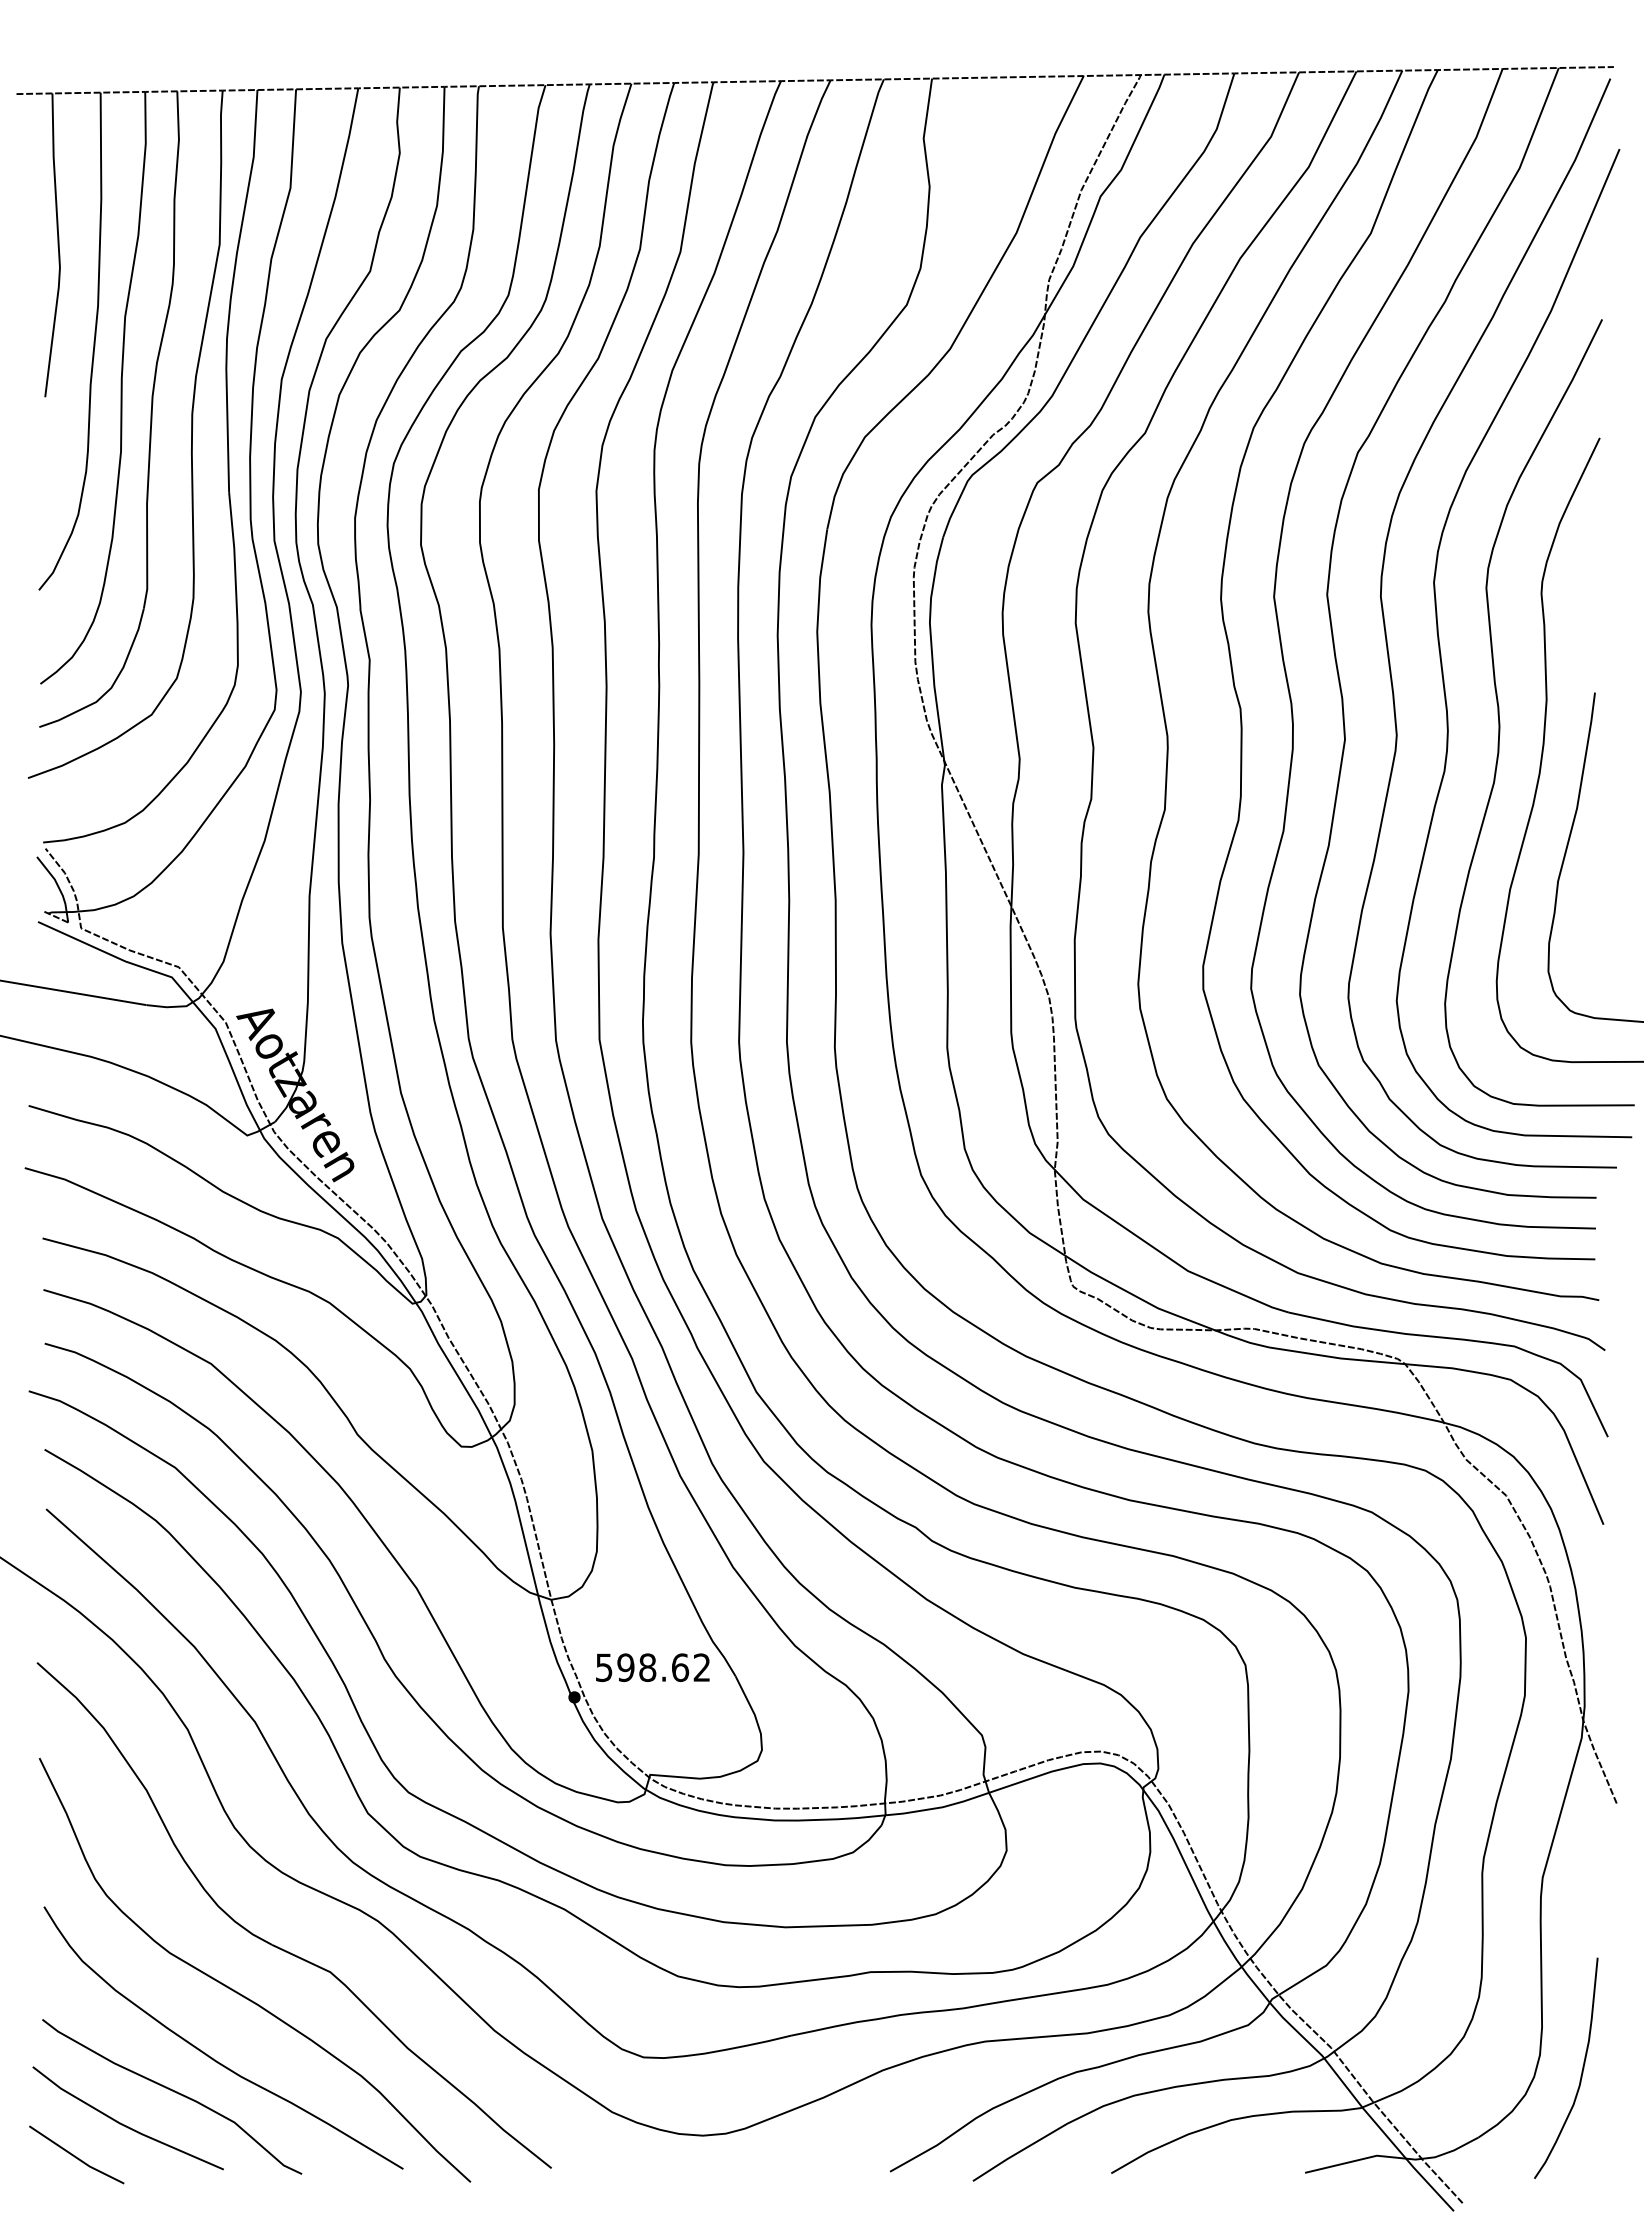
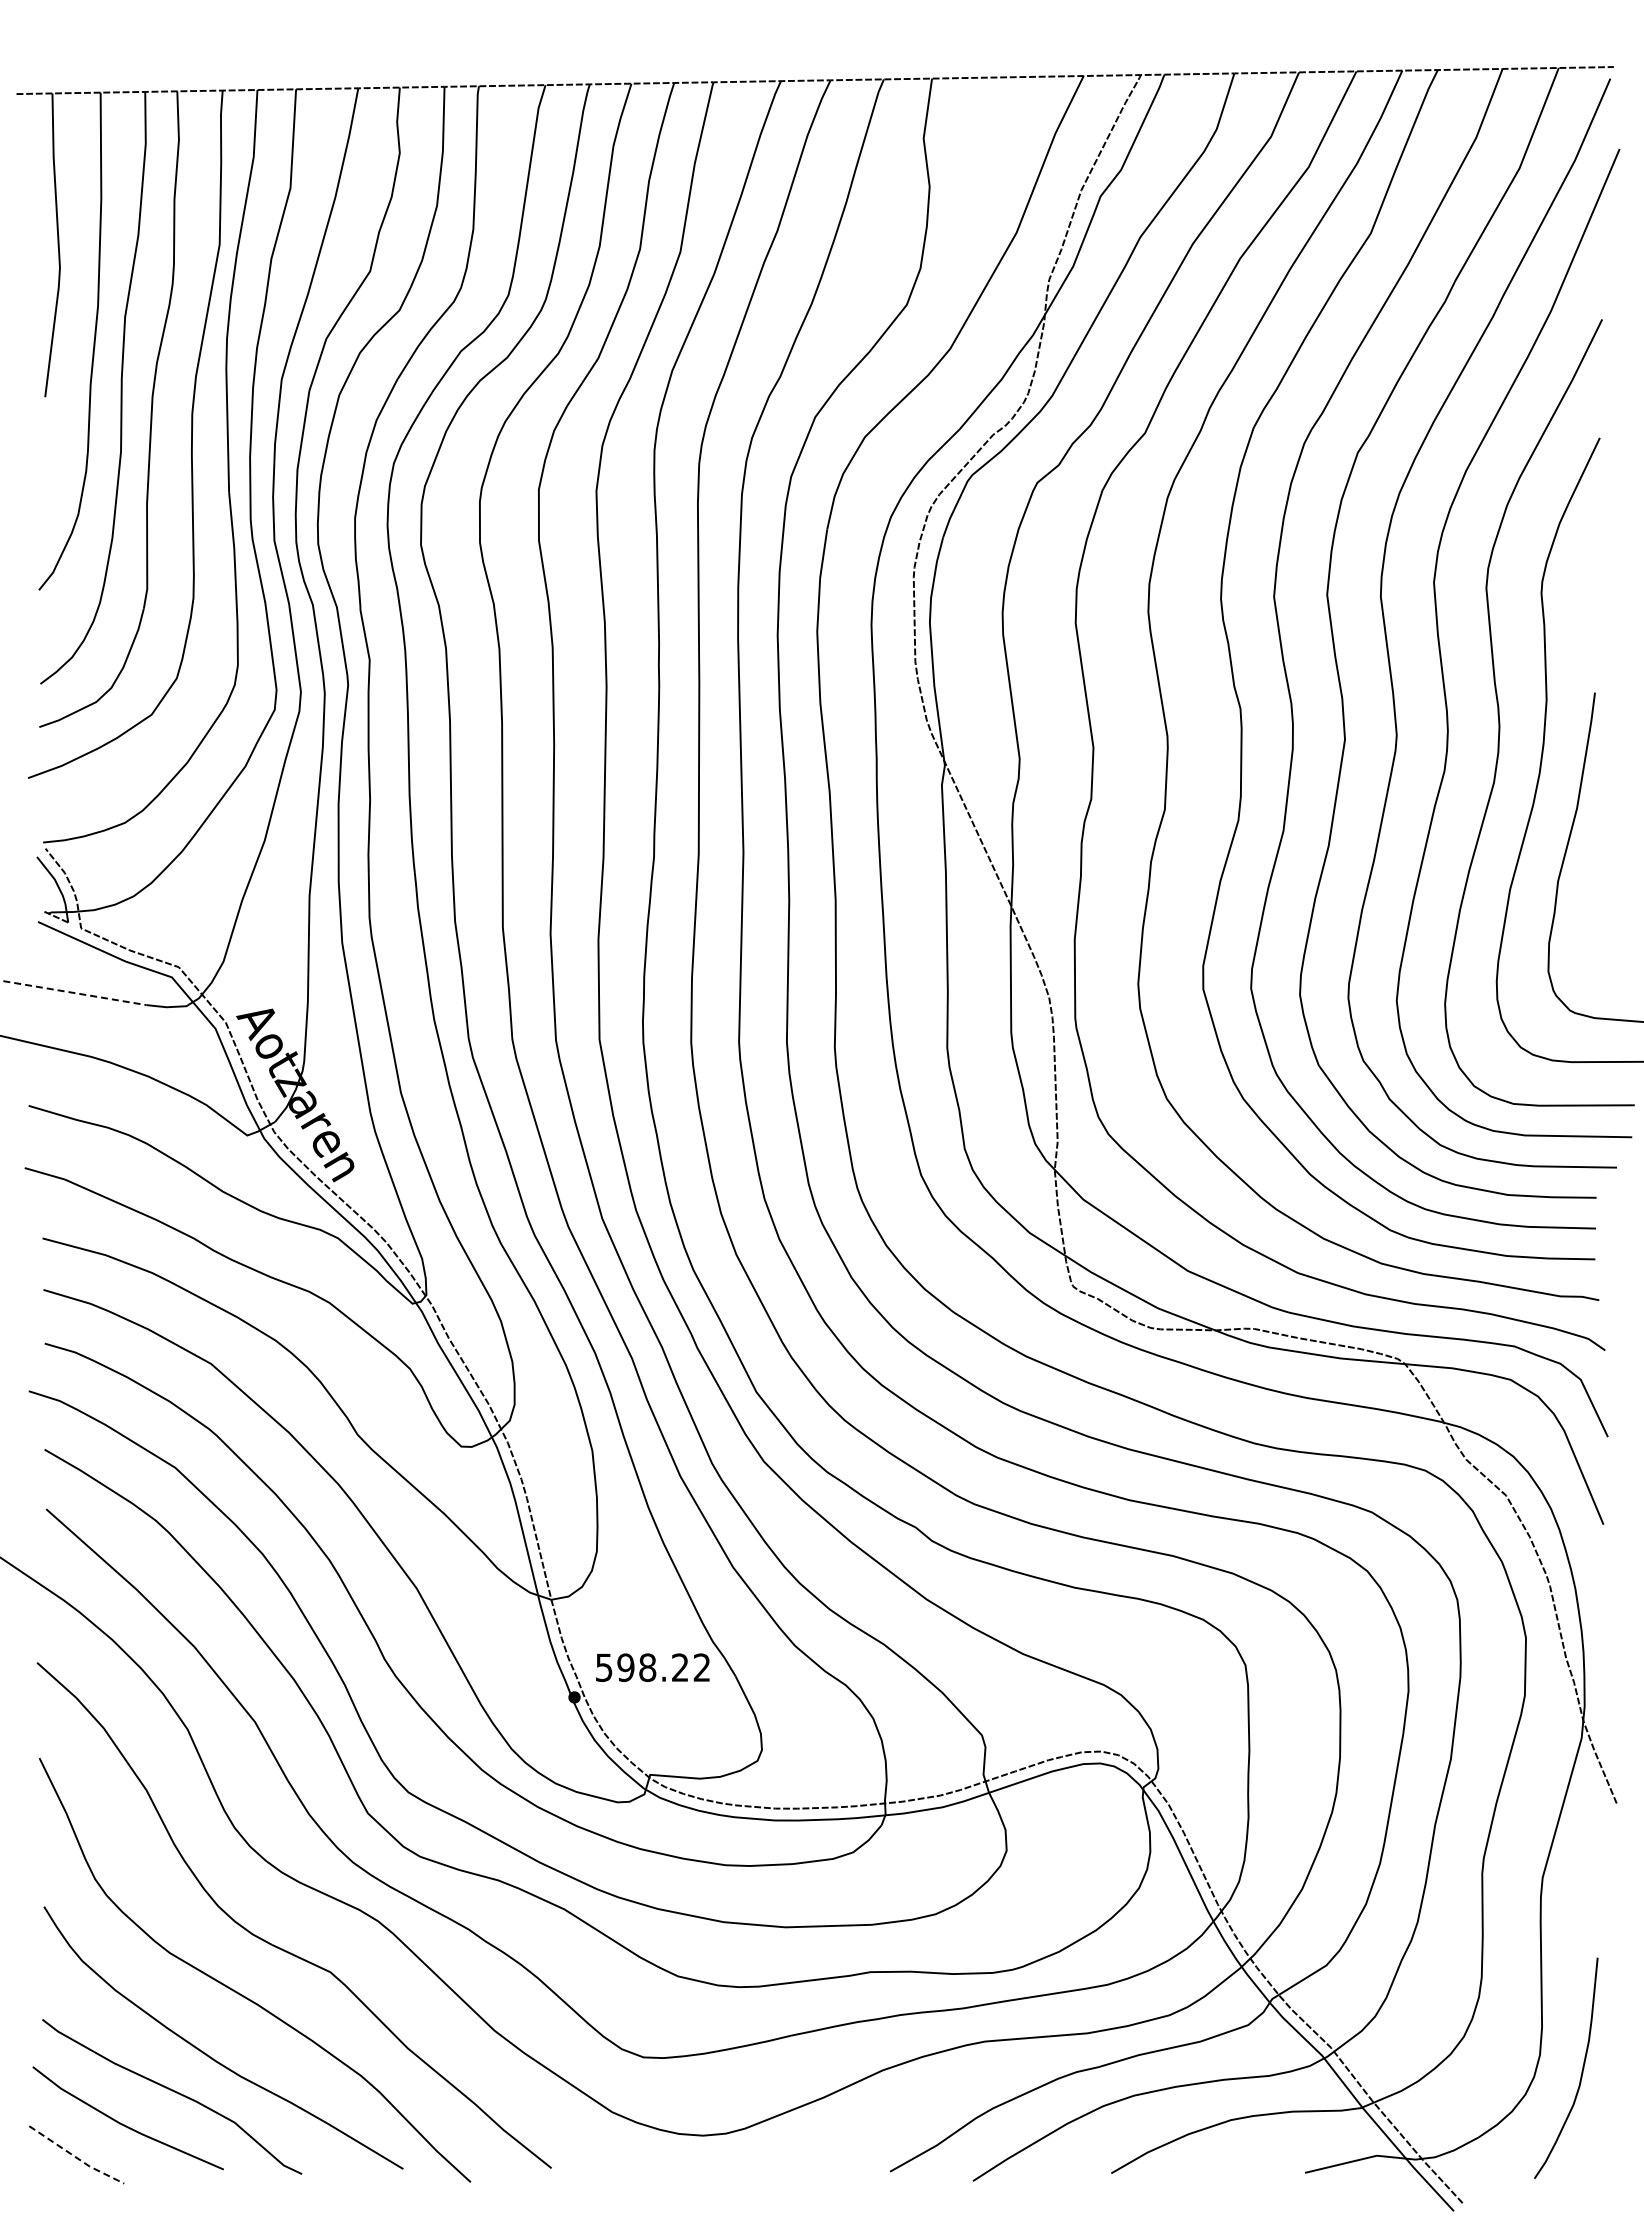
line at (73, 992): solid -> dashed
text at (680, 1667): 598.62 -> 598.22
line at (76, 2157): solid -> dashed
